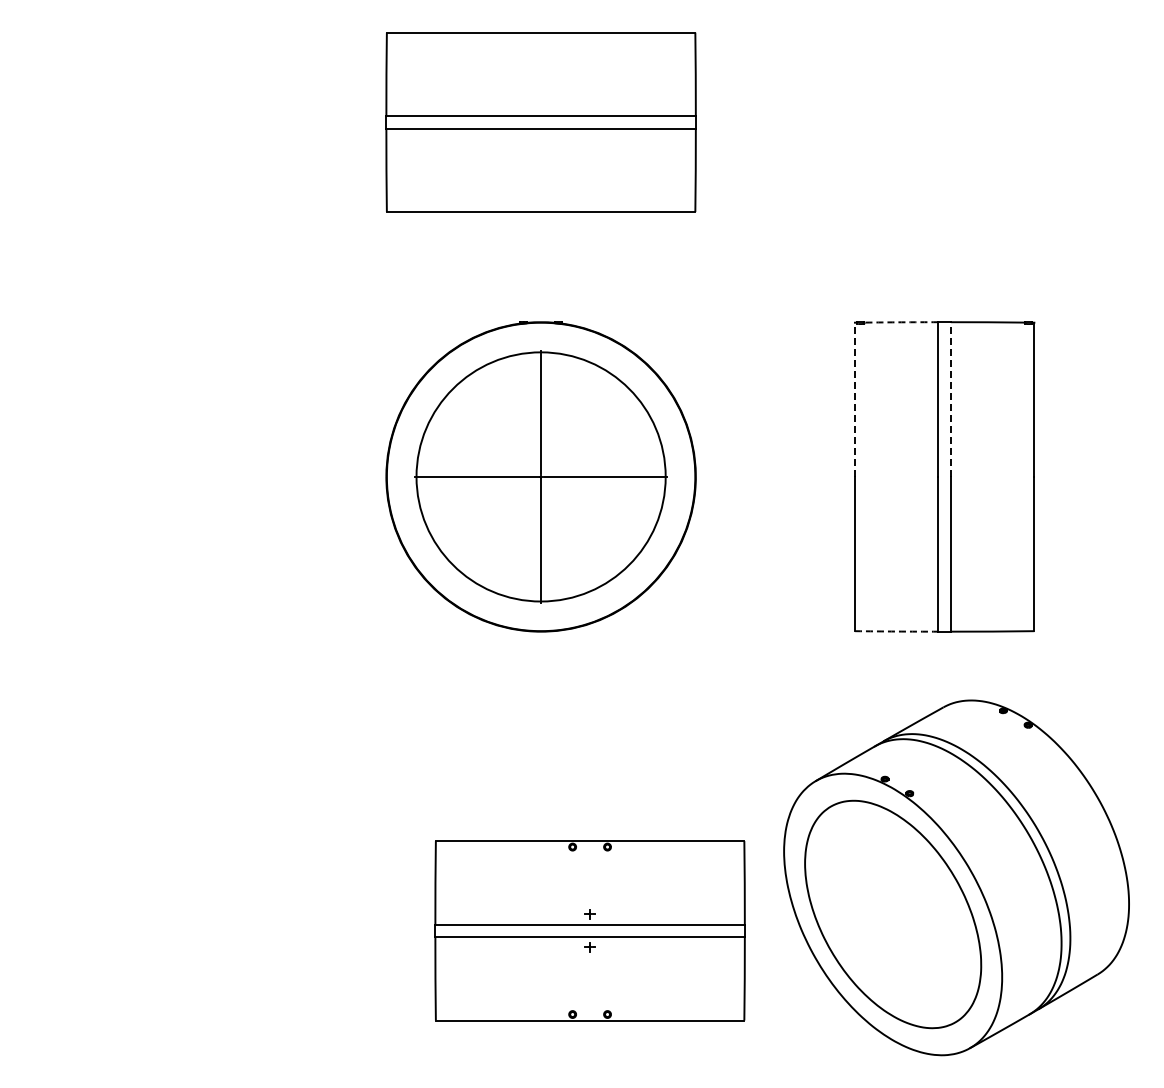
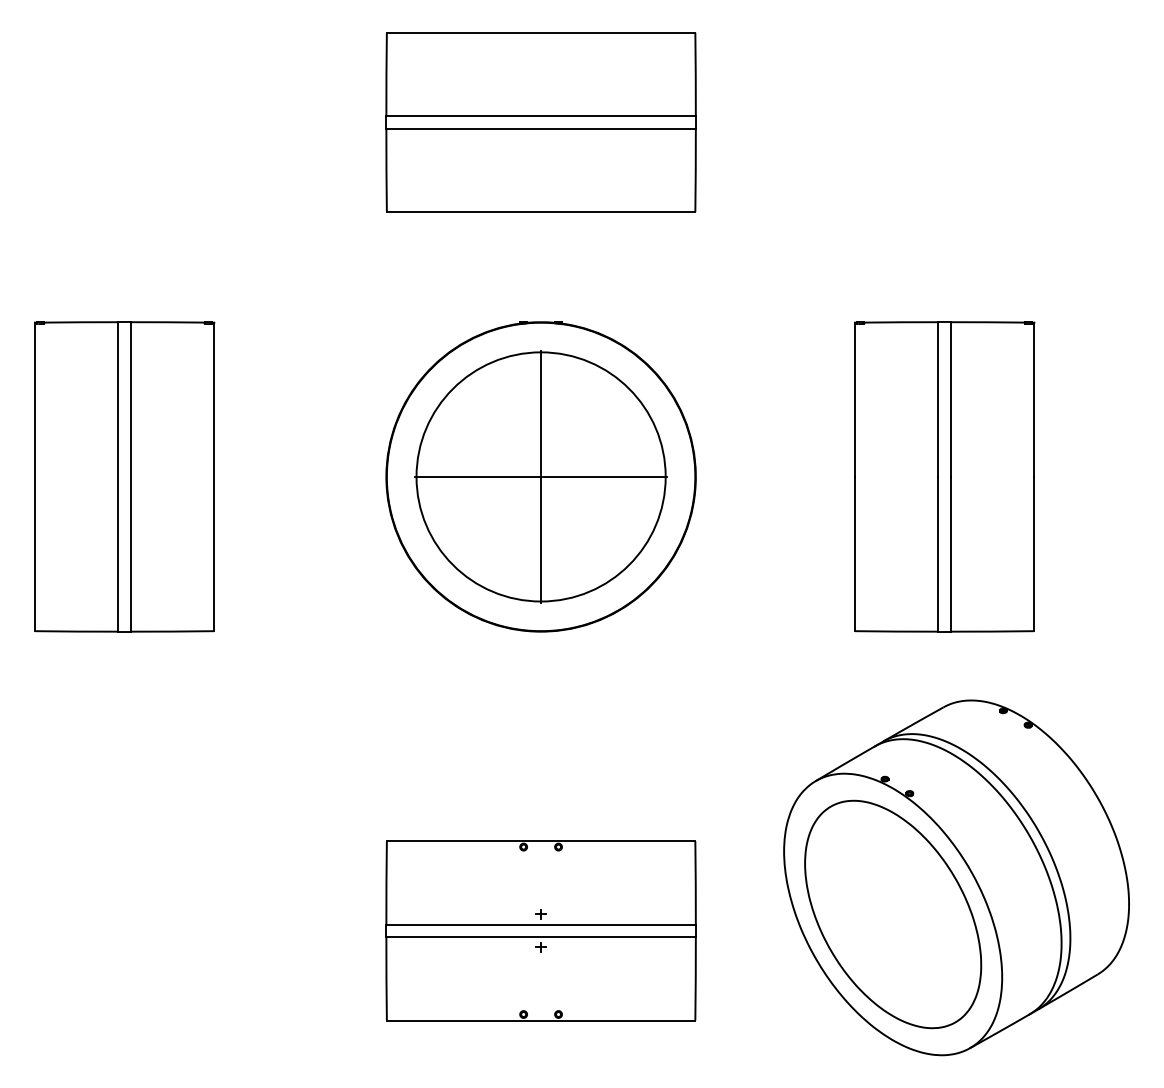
arc at (901, 322): dashed -> solid
line at (854, 399): dashed -> solid
line at (950, 399): dashed -> solid
part at (124, 476): none -> present
arc at (896, 631): dashed -> solid
part at (589, 930) position: (589, 930) -> (540, 930)
